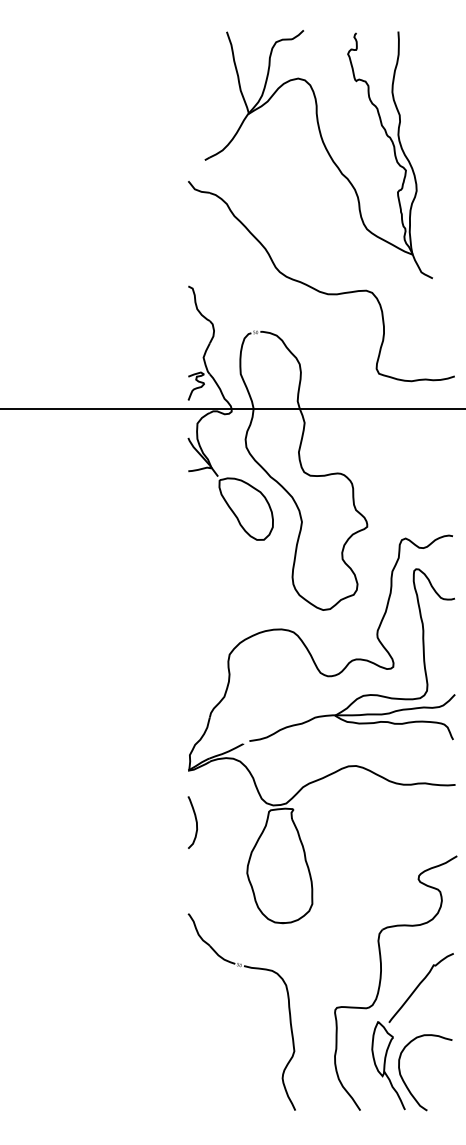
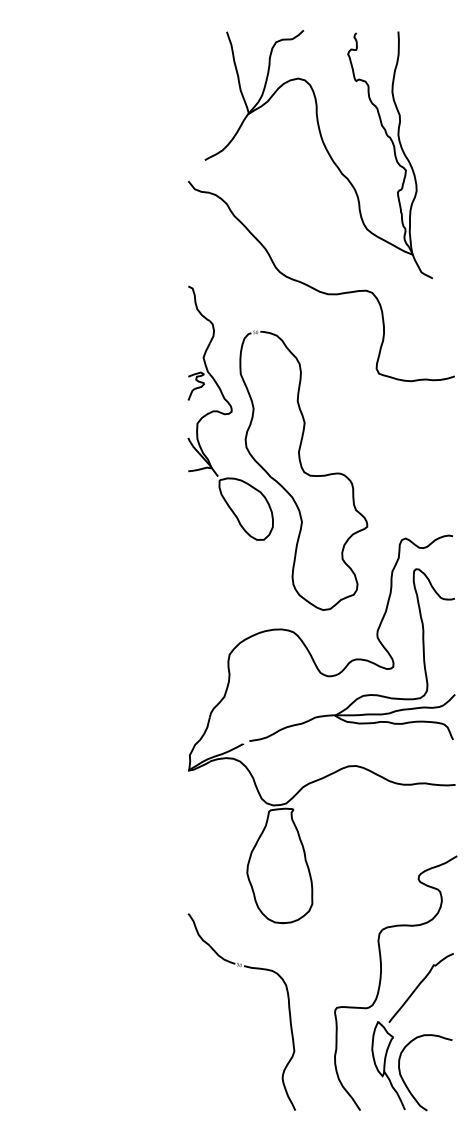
line at (232, 409): present -> none
curve at (195, 821): present -> none
